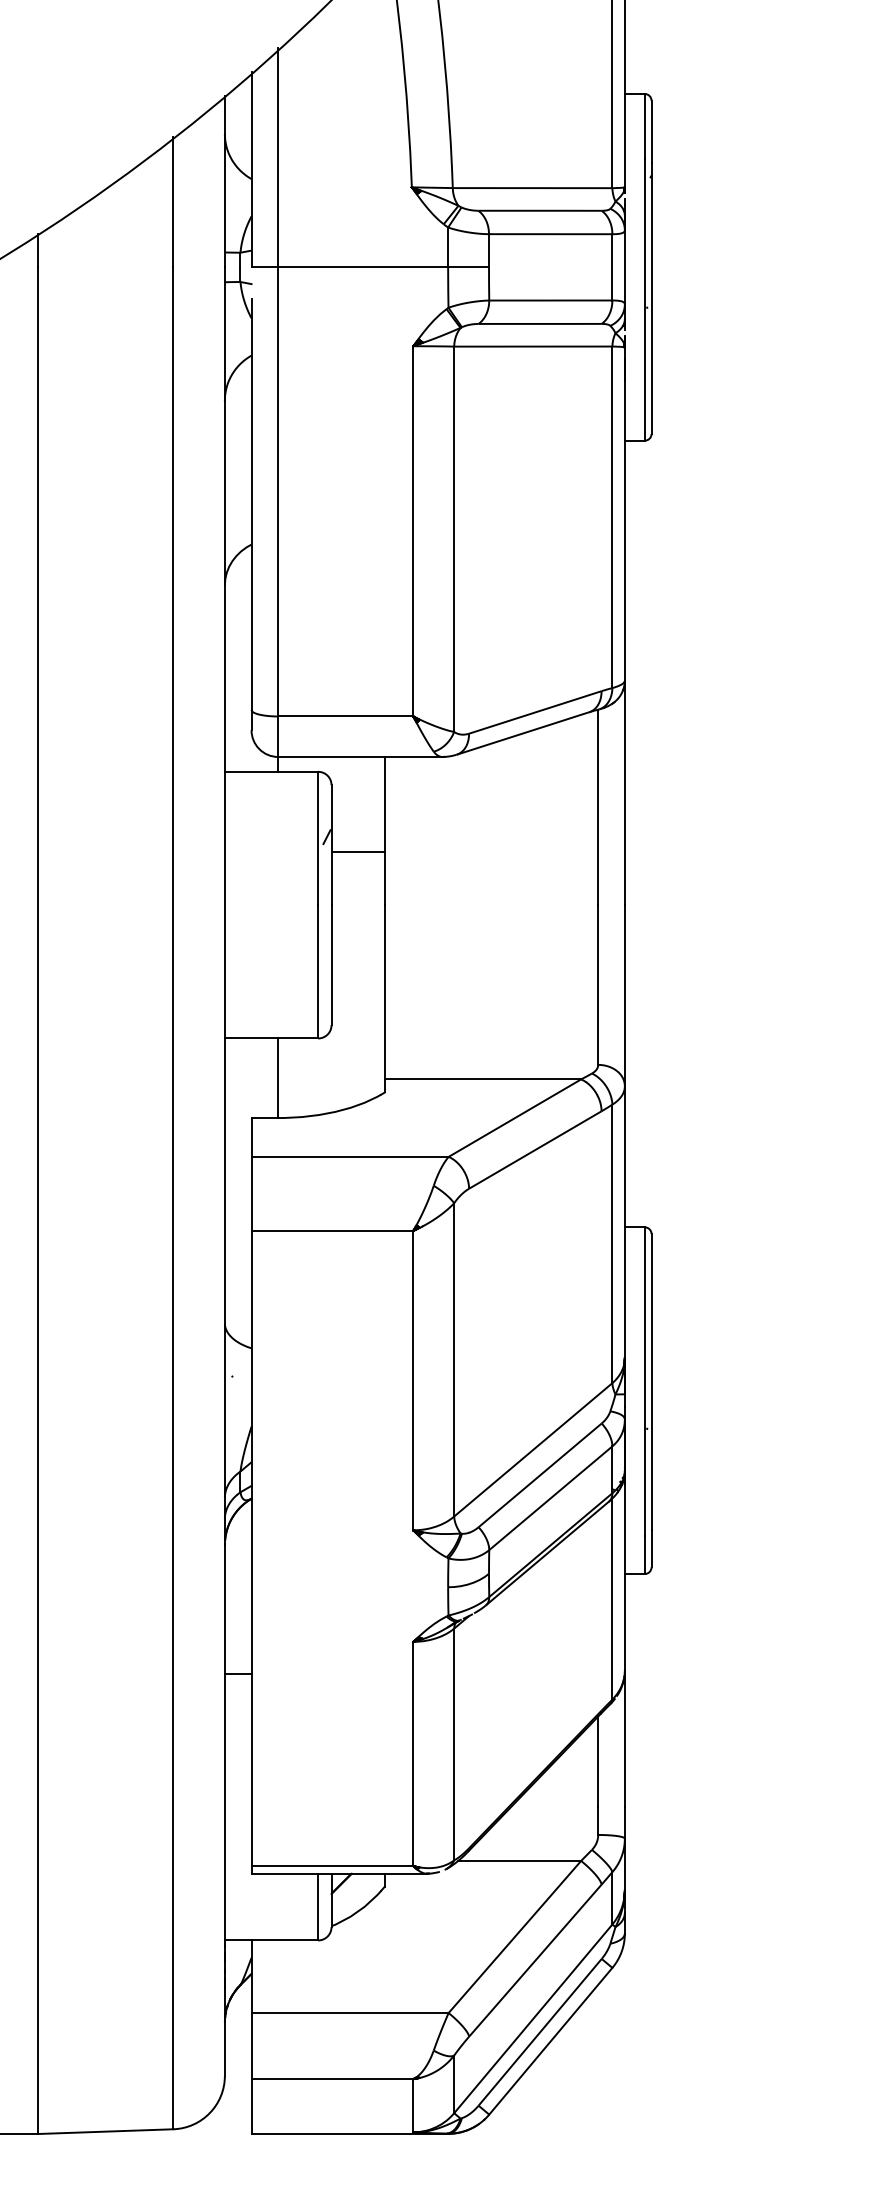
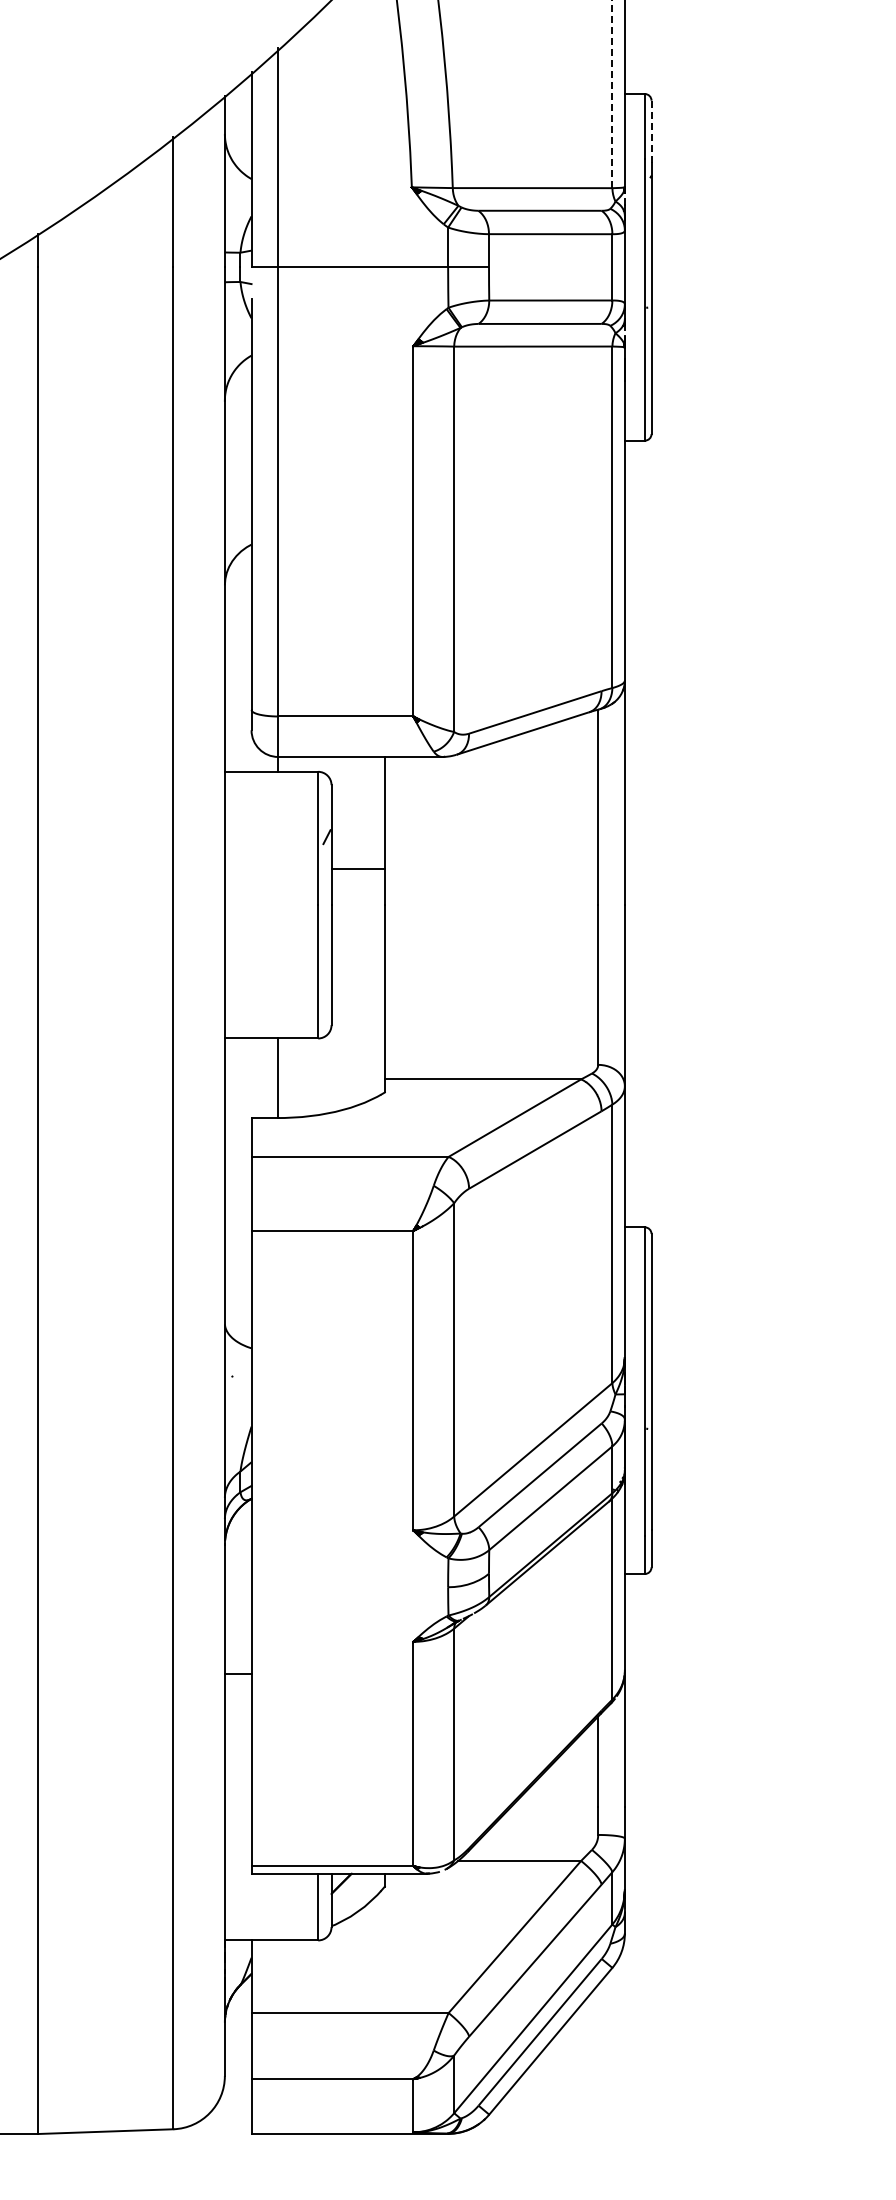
line at (612, 94): solid -> dashed
line at (651, 131): solid -> dashed
line at (357, 851) position: (357, 851) -> (357, 868)
